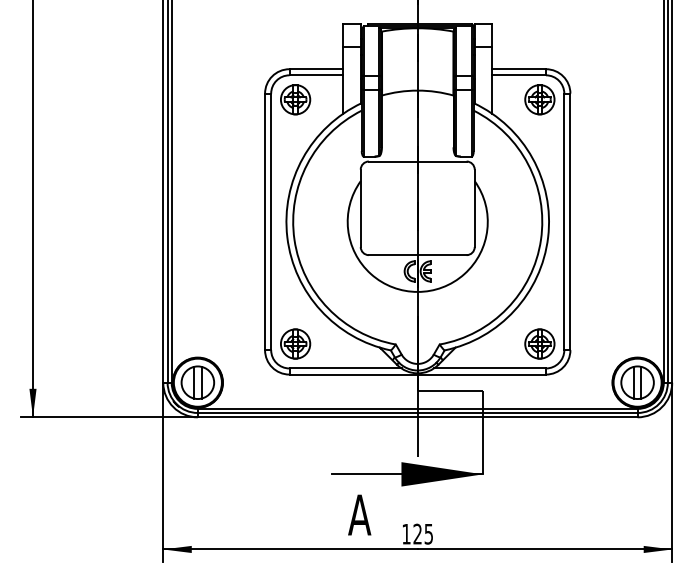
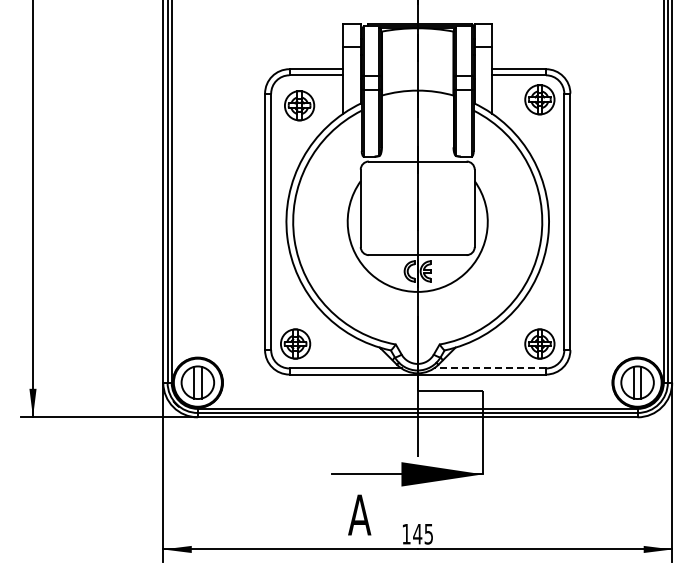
part at (295, 99) position: (295, 99) -> (299, 105)
line at (489, 368): solid -> dashed
text at (417, 533): 125 -> 145
